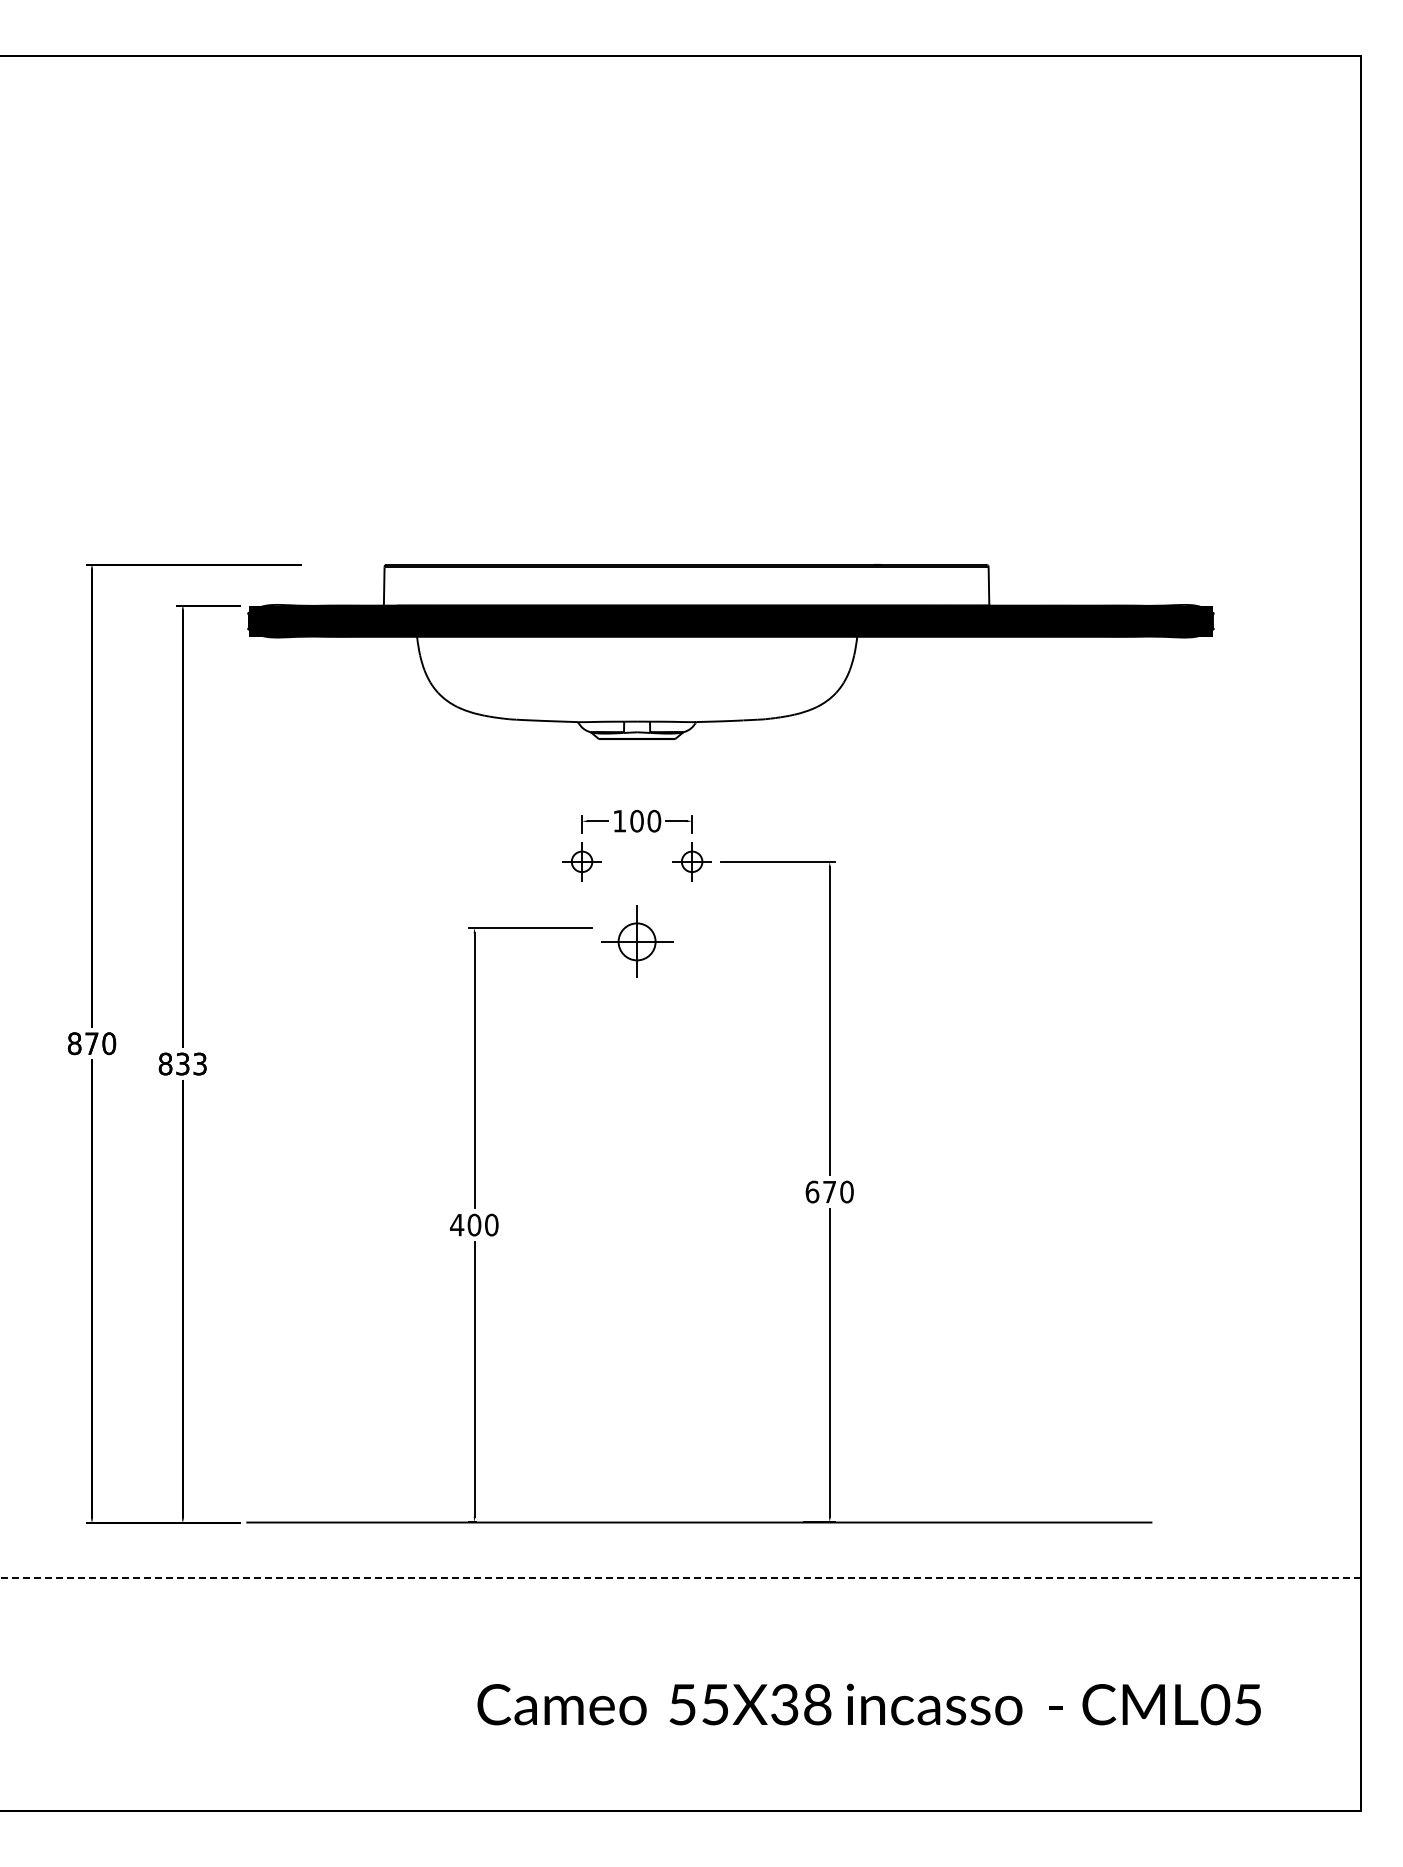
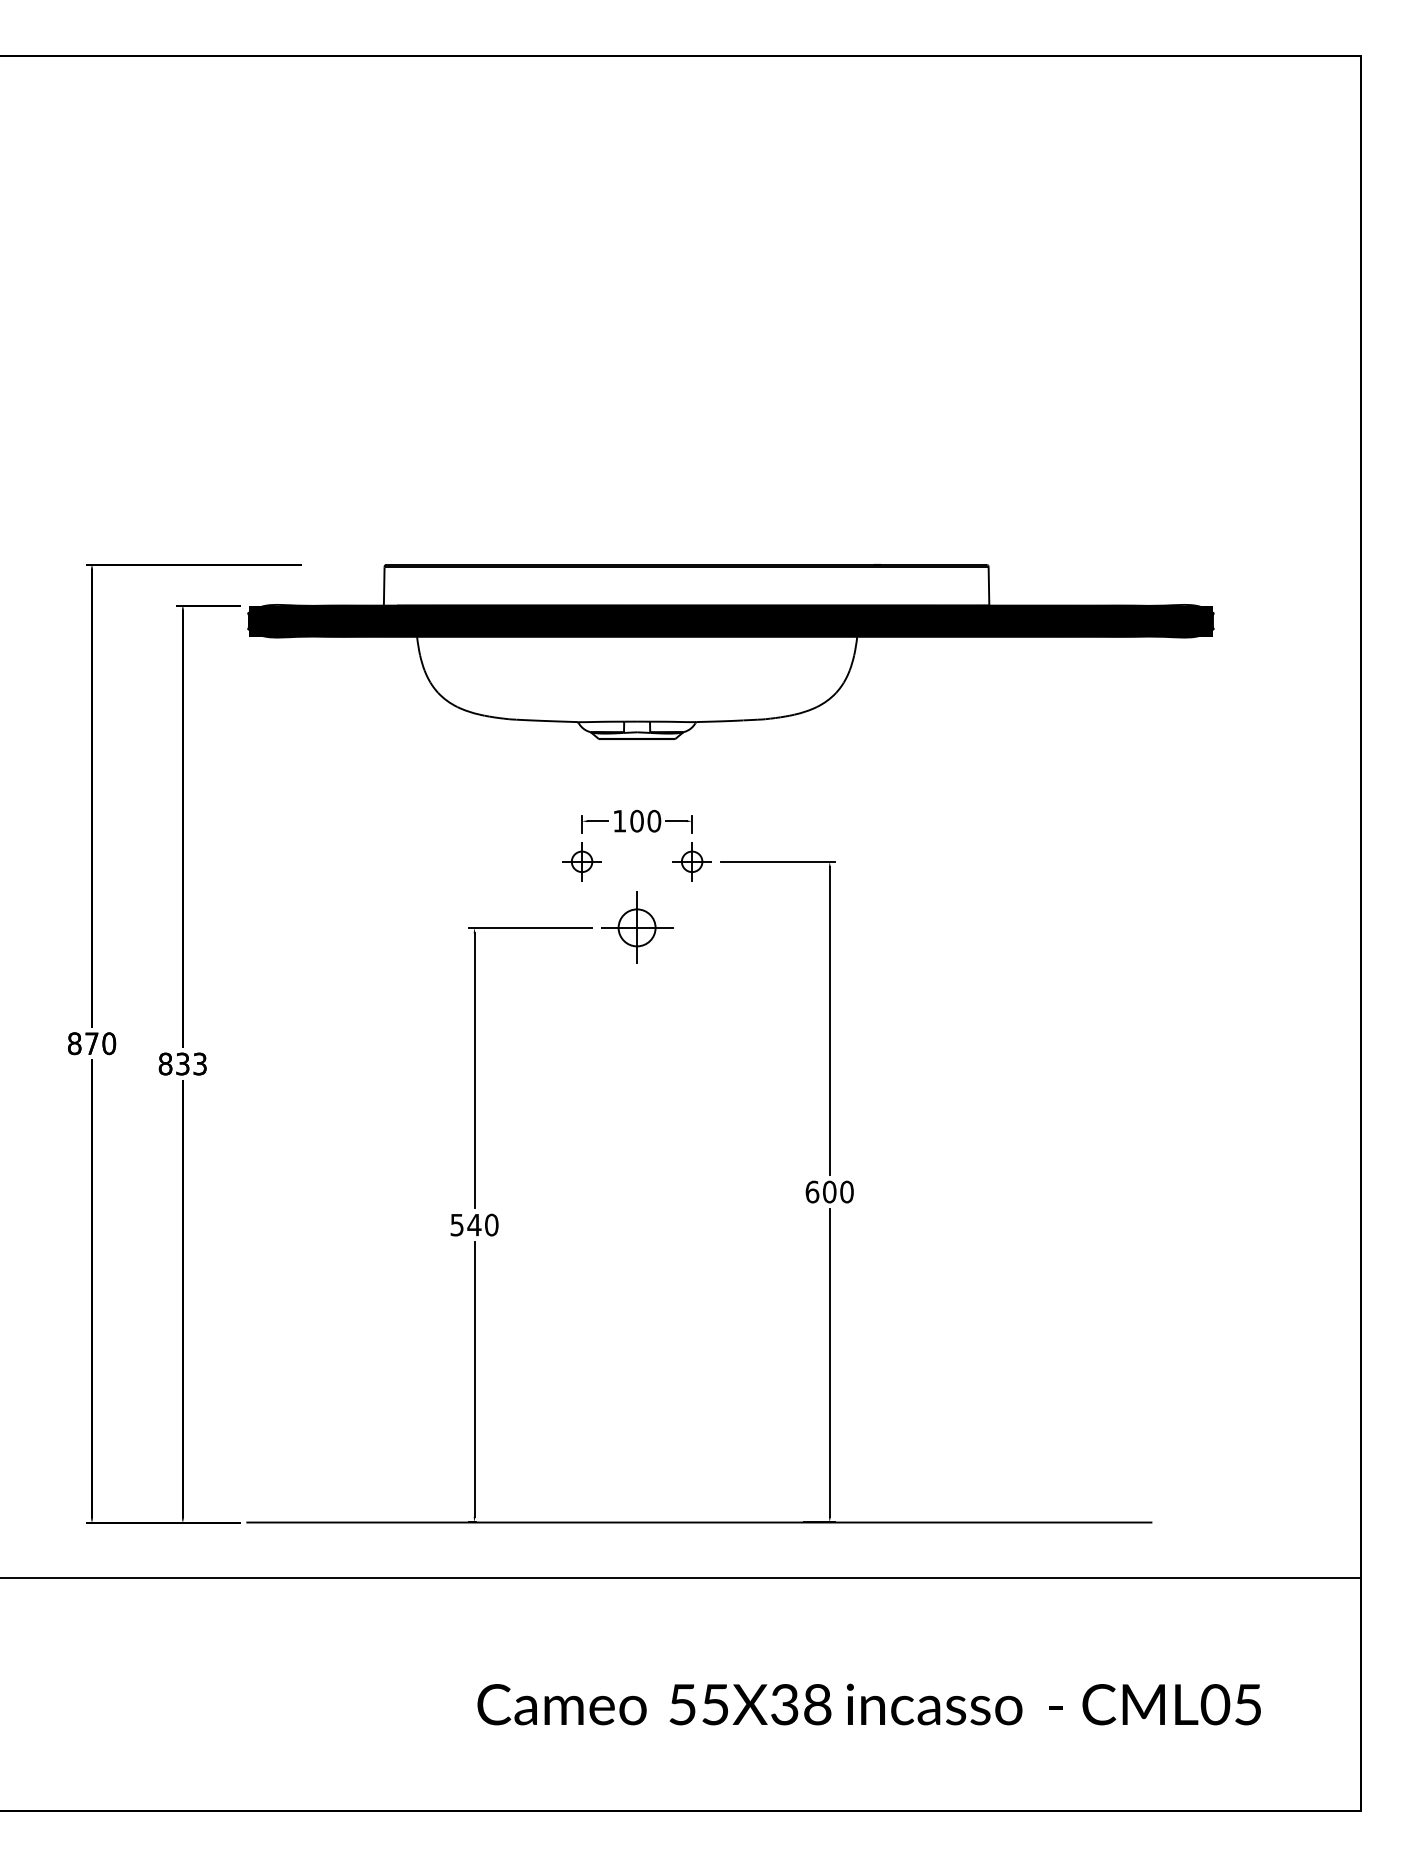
part at (637, 941) position: (637, 941) -> (637, 927)
text at (829, 1191): 670 -> 600
text at (465, 1224): 400 -> 540
line at (681, 1577): dashed -> solid
